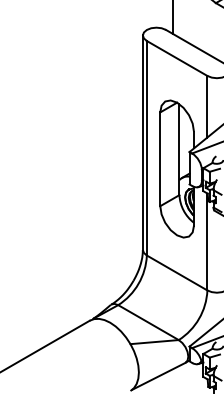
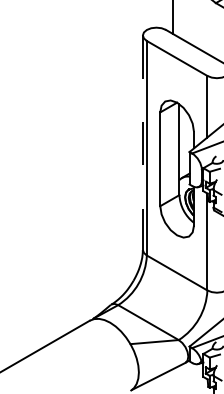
line at (142, 143): solid -> dashed
